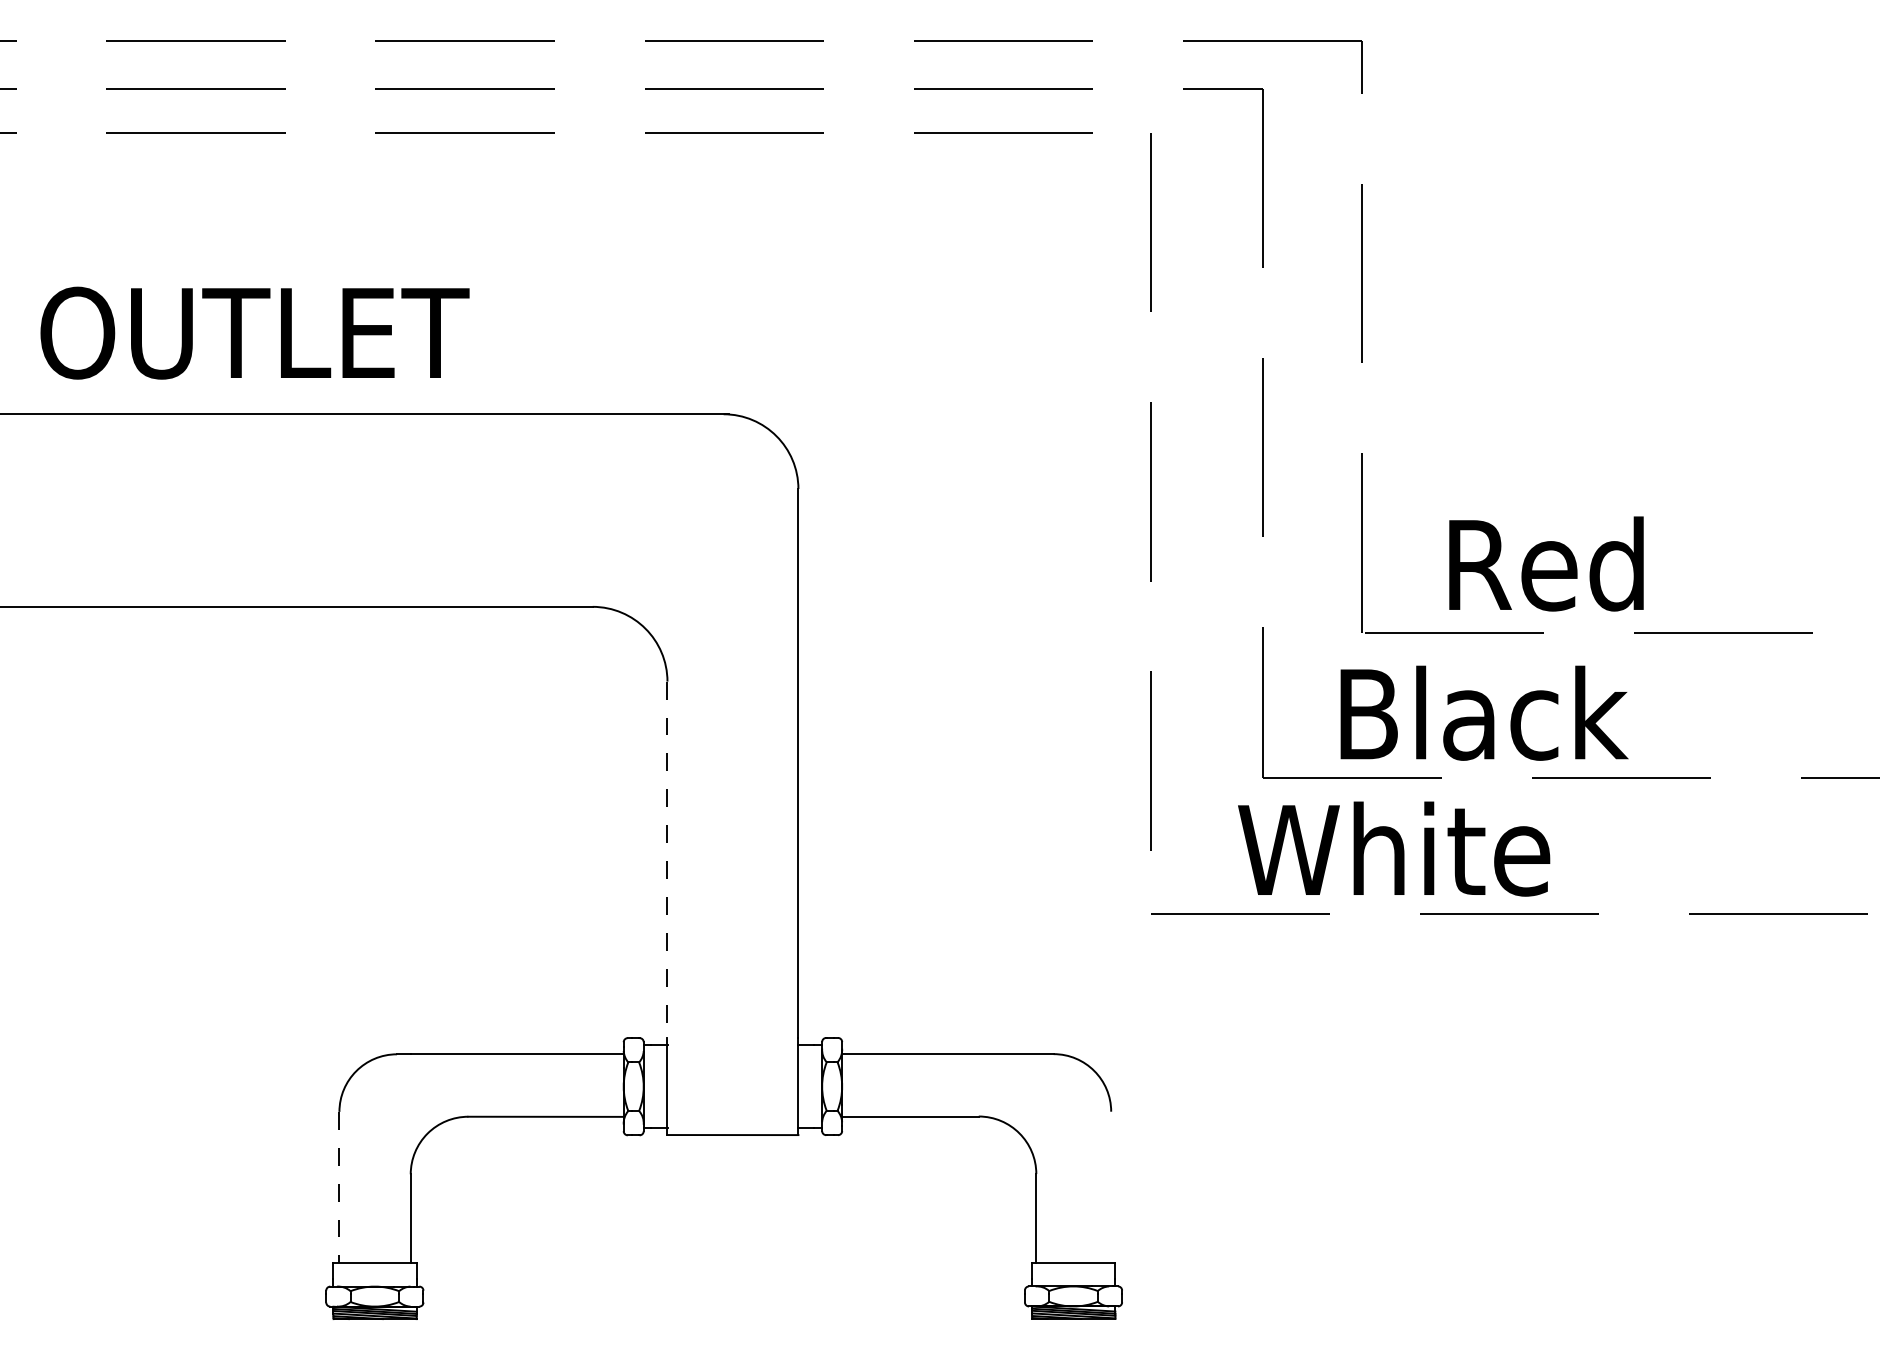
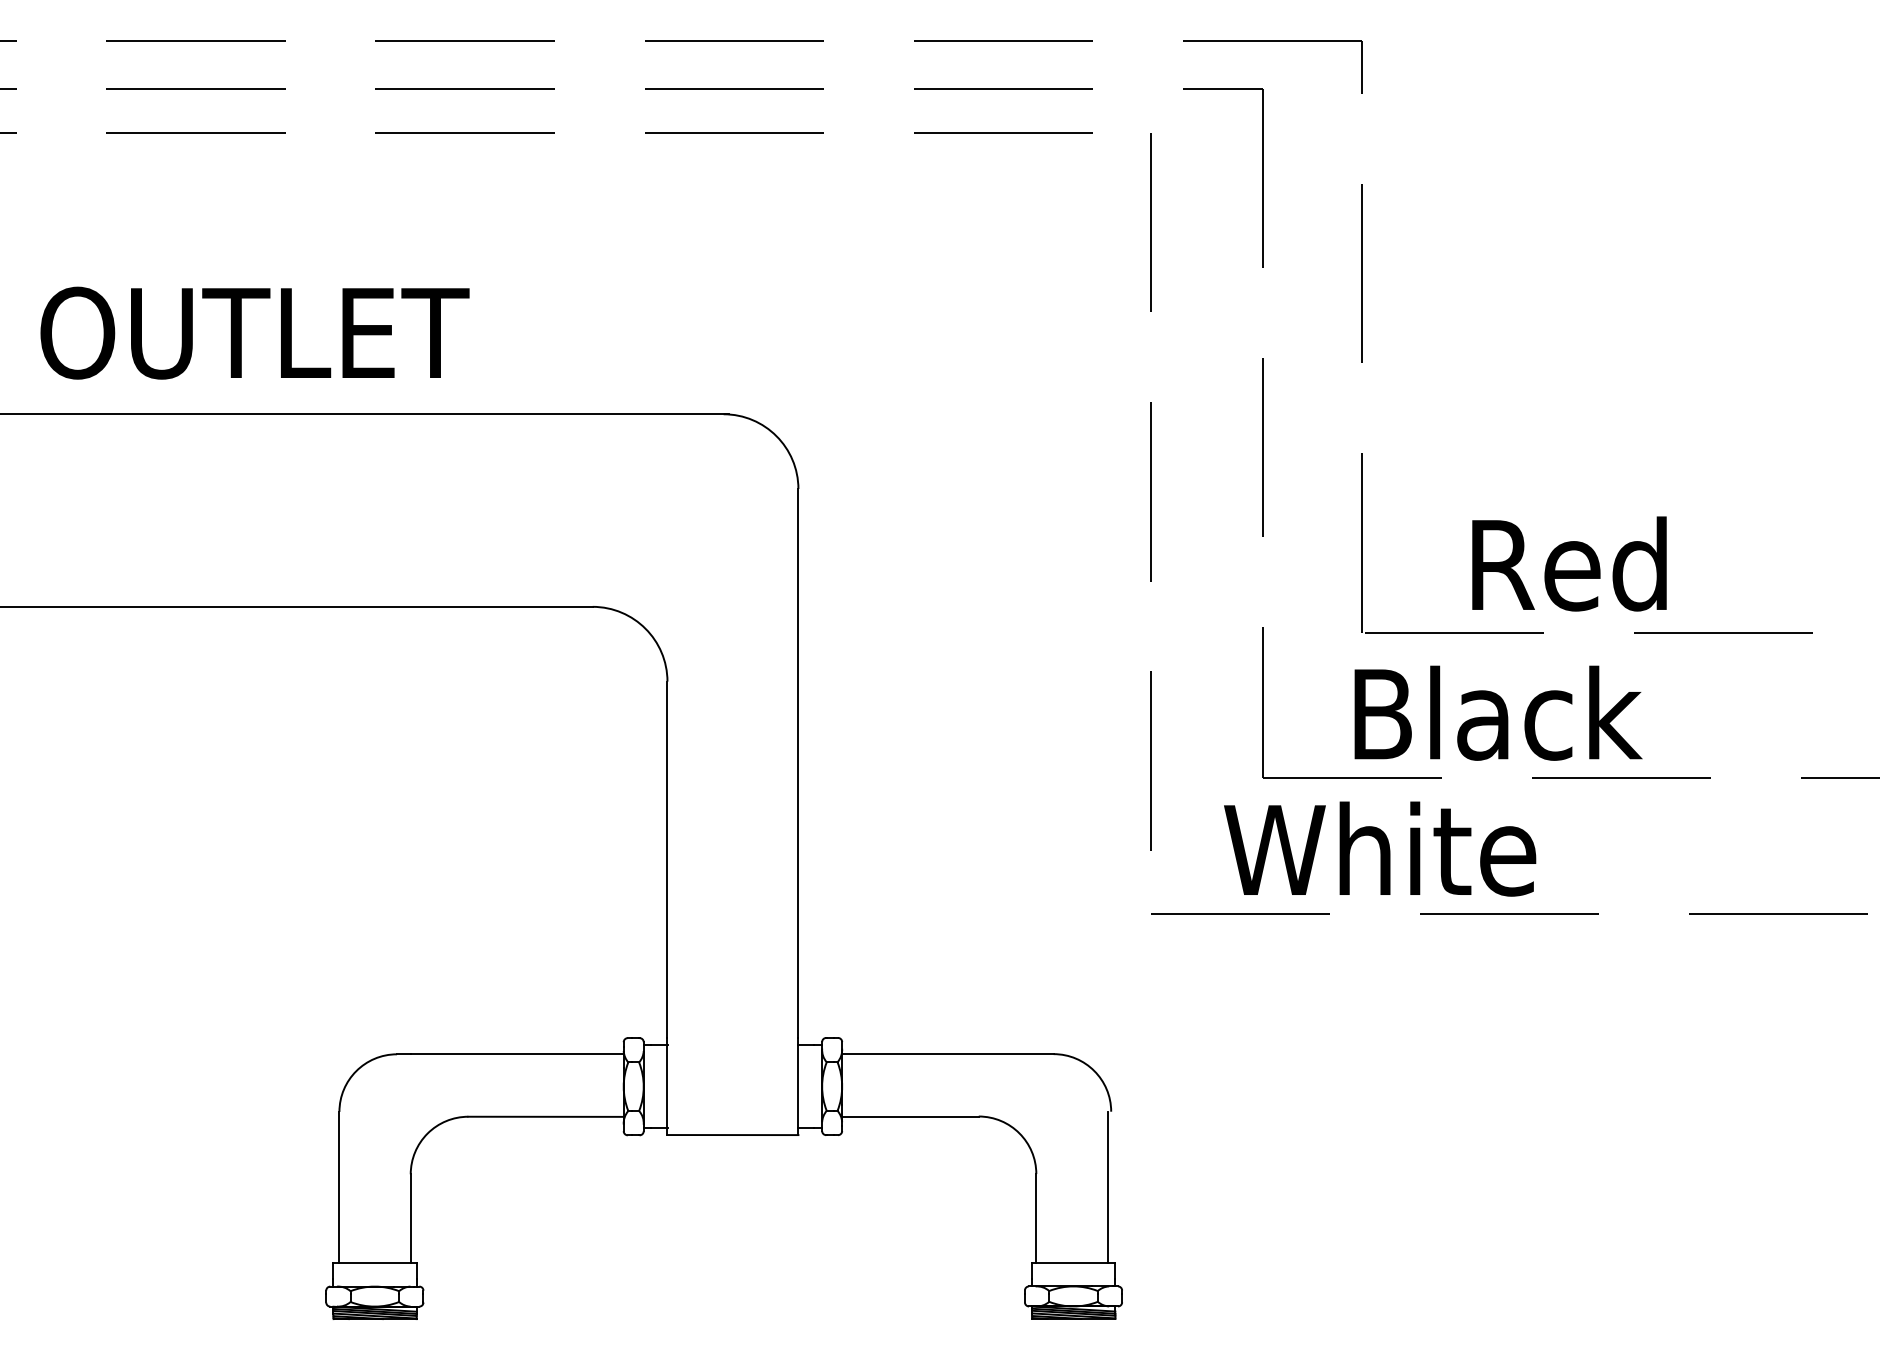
text at (1546, 563) position: (1546, 563) -> (1569, 563)
text at (1484, 712) position: (1484, 712) -> (1498, 712)
text at (1394, 848) position: (1394, 848) -> (1380, 848)
line at (667, 860): dashed -> solid
line at (1108, 1186): none -> present
line at (339, 1187): dashed -> solid
